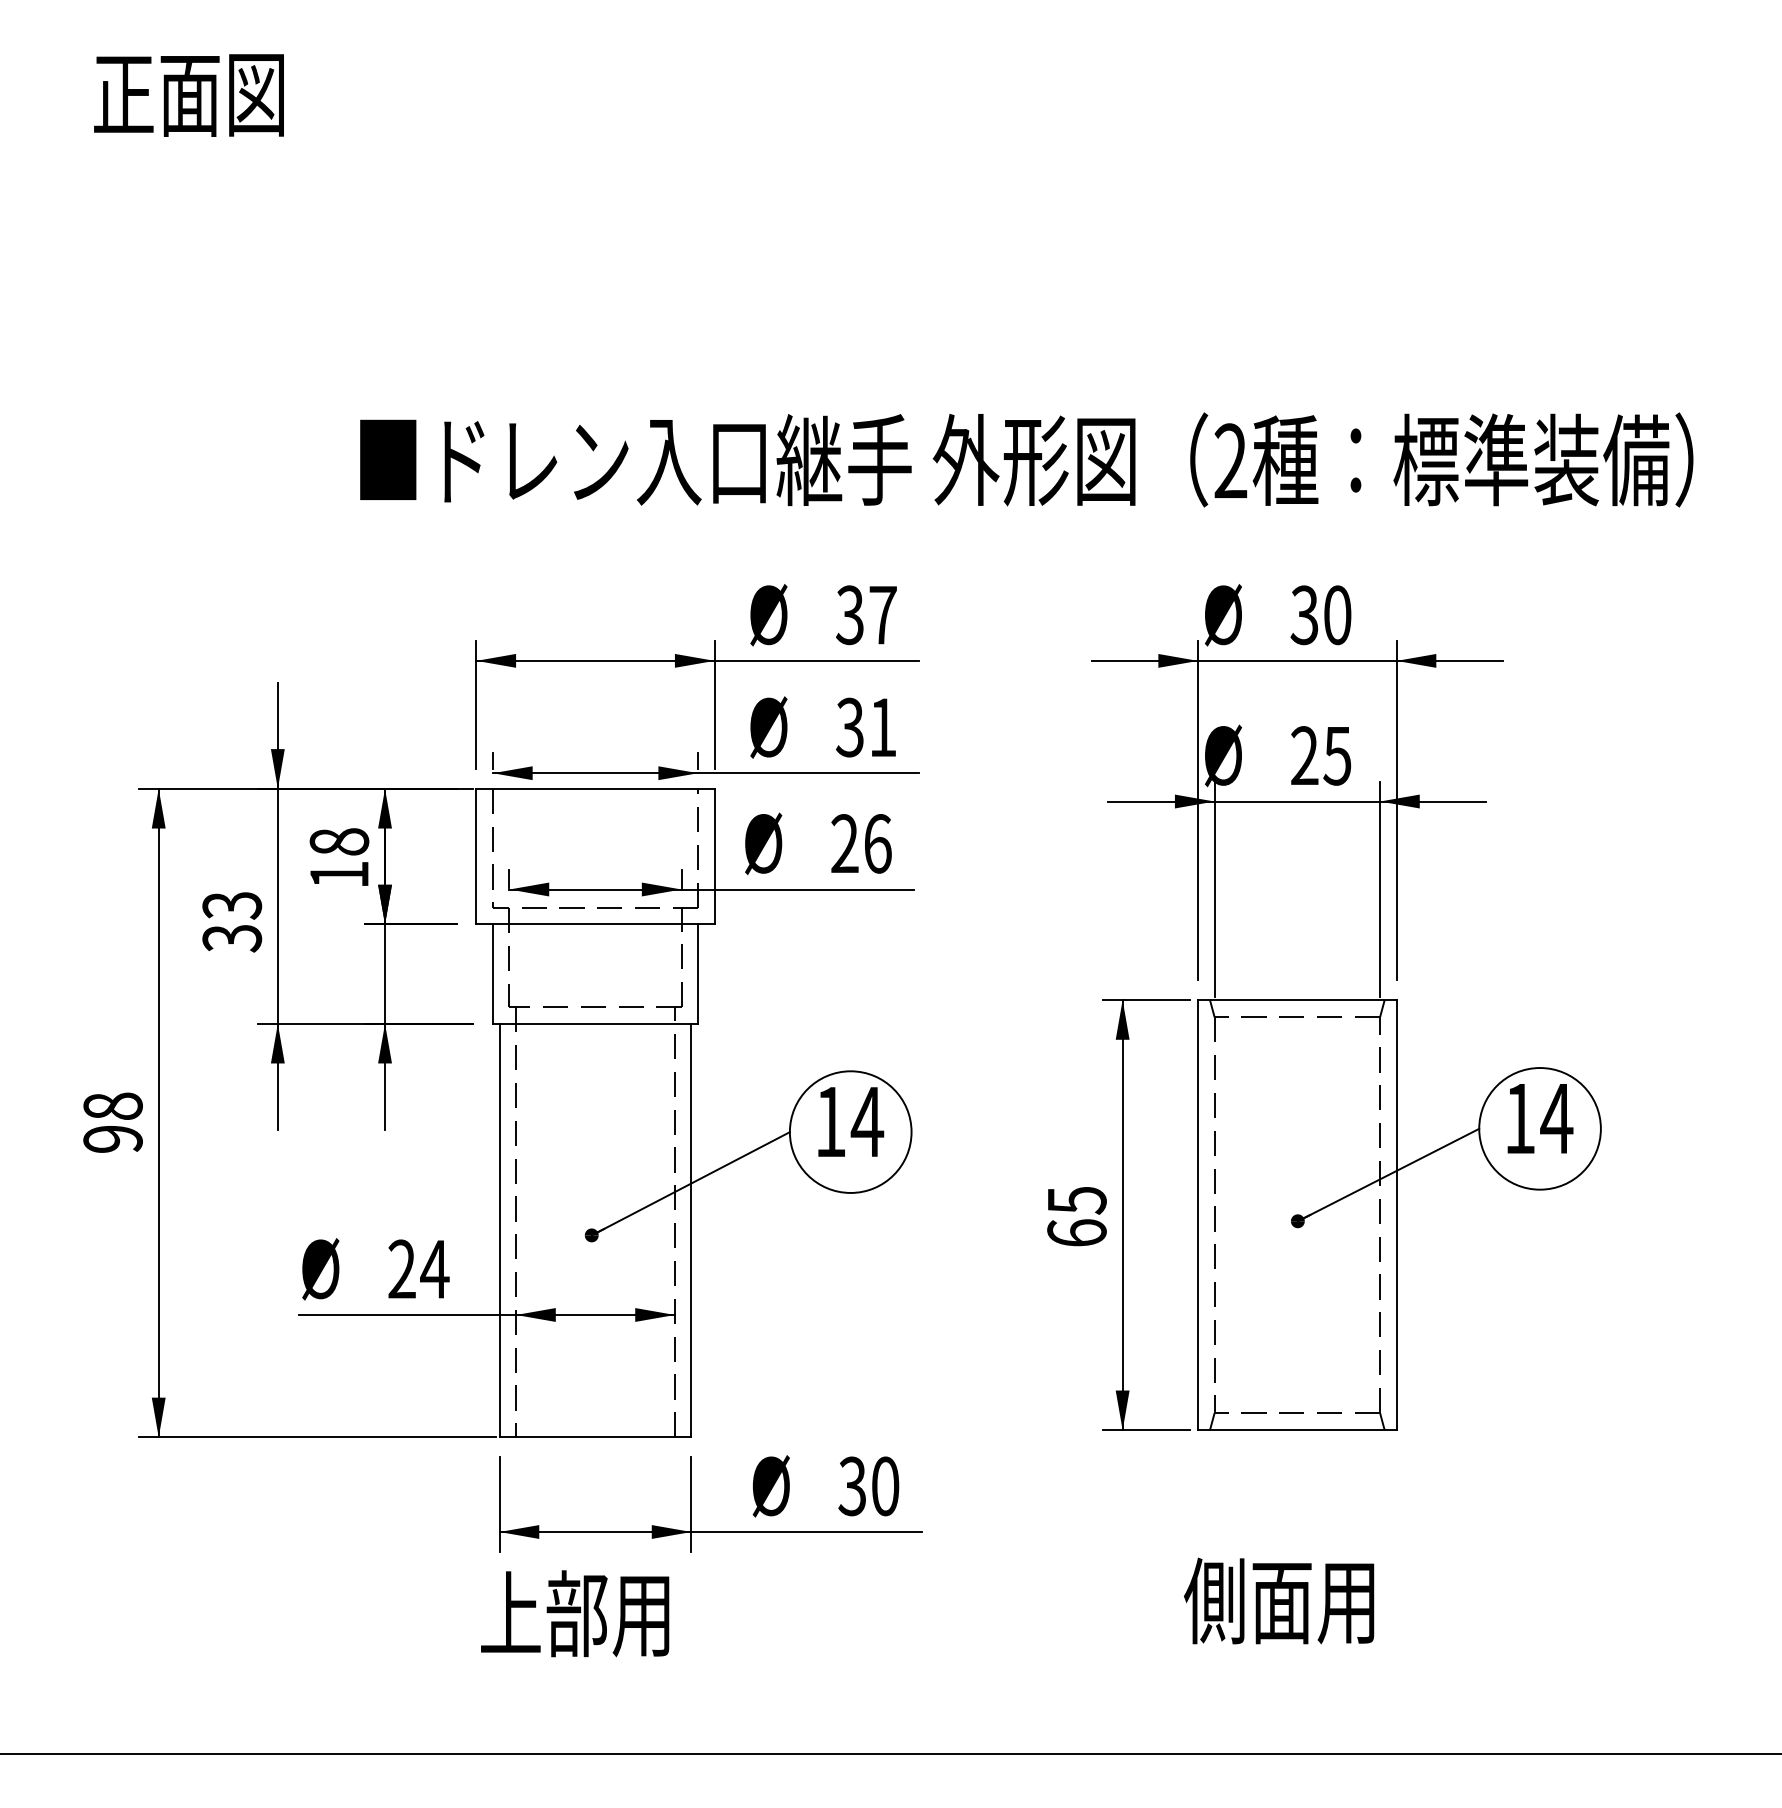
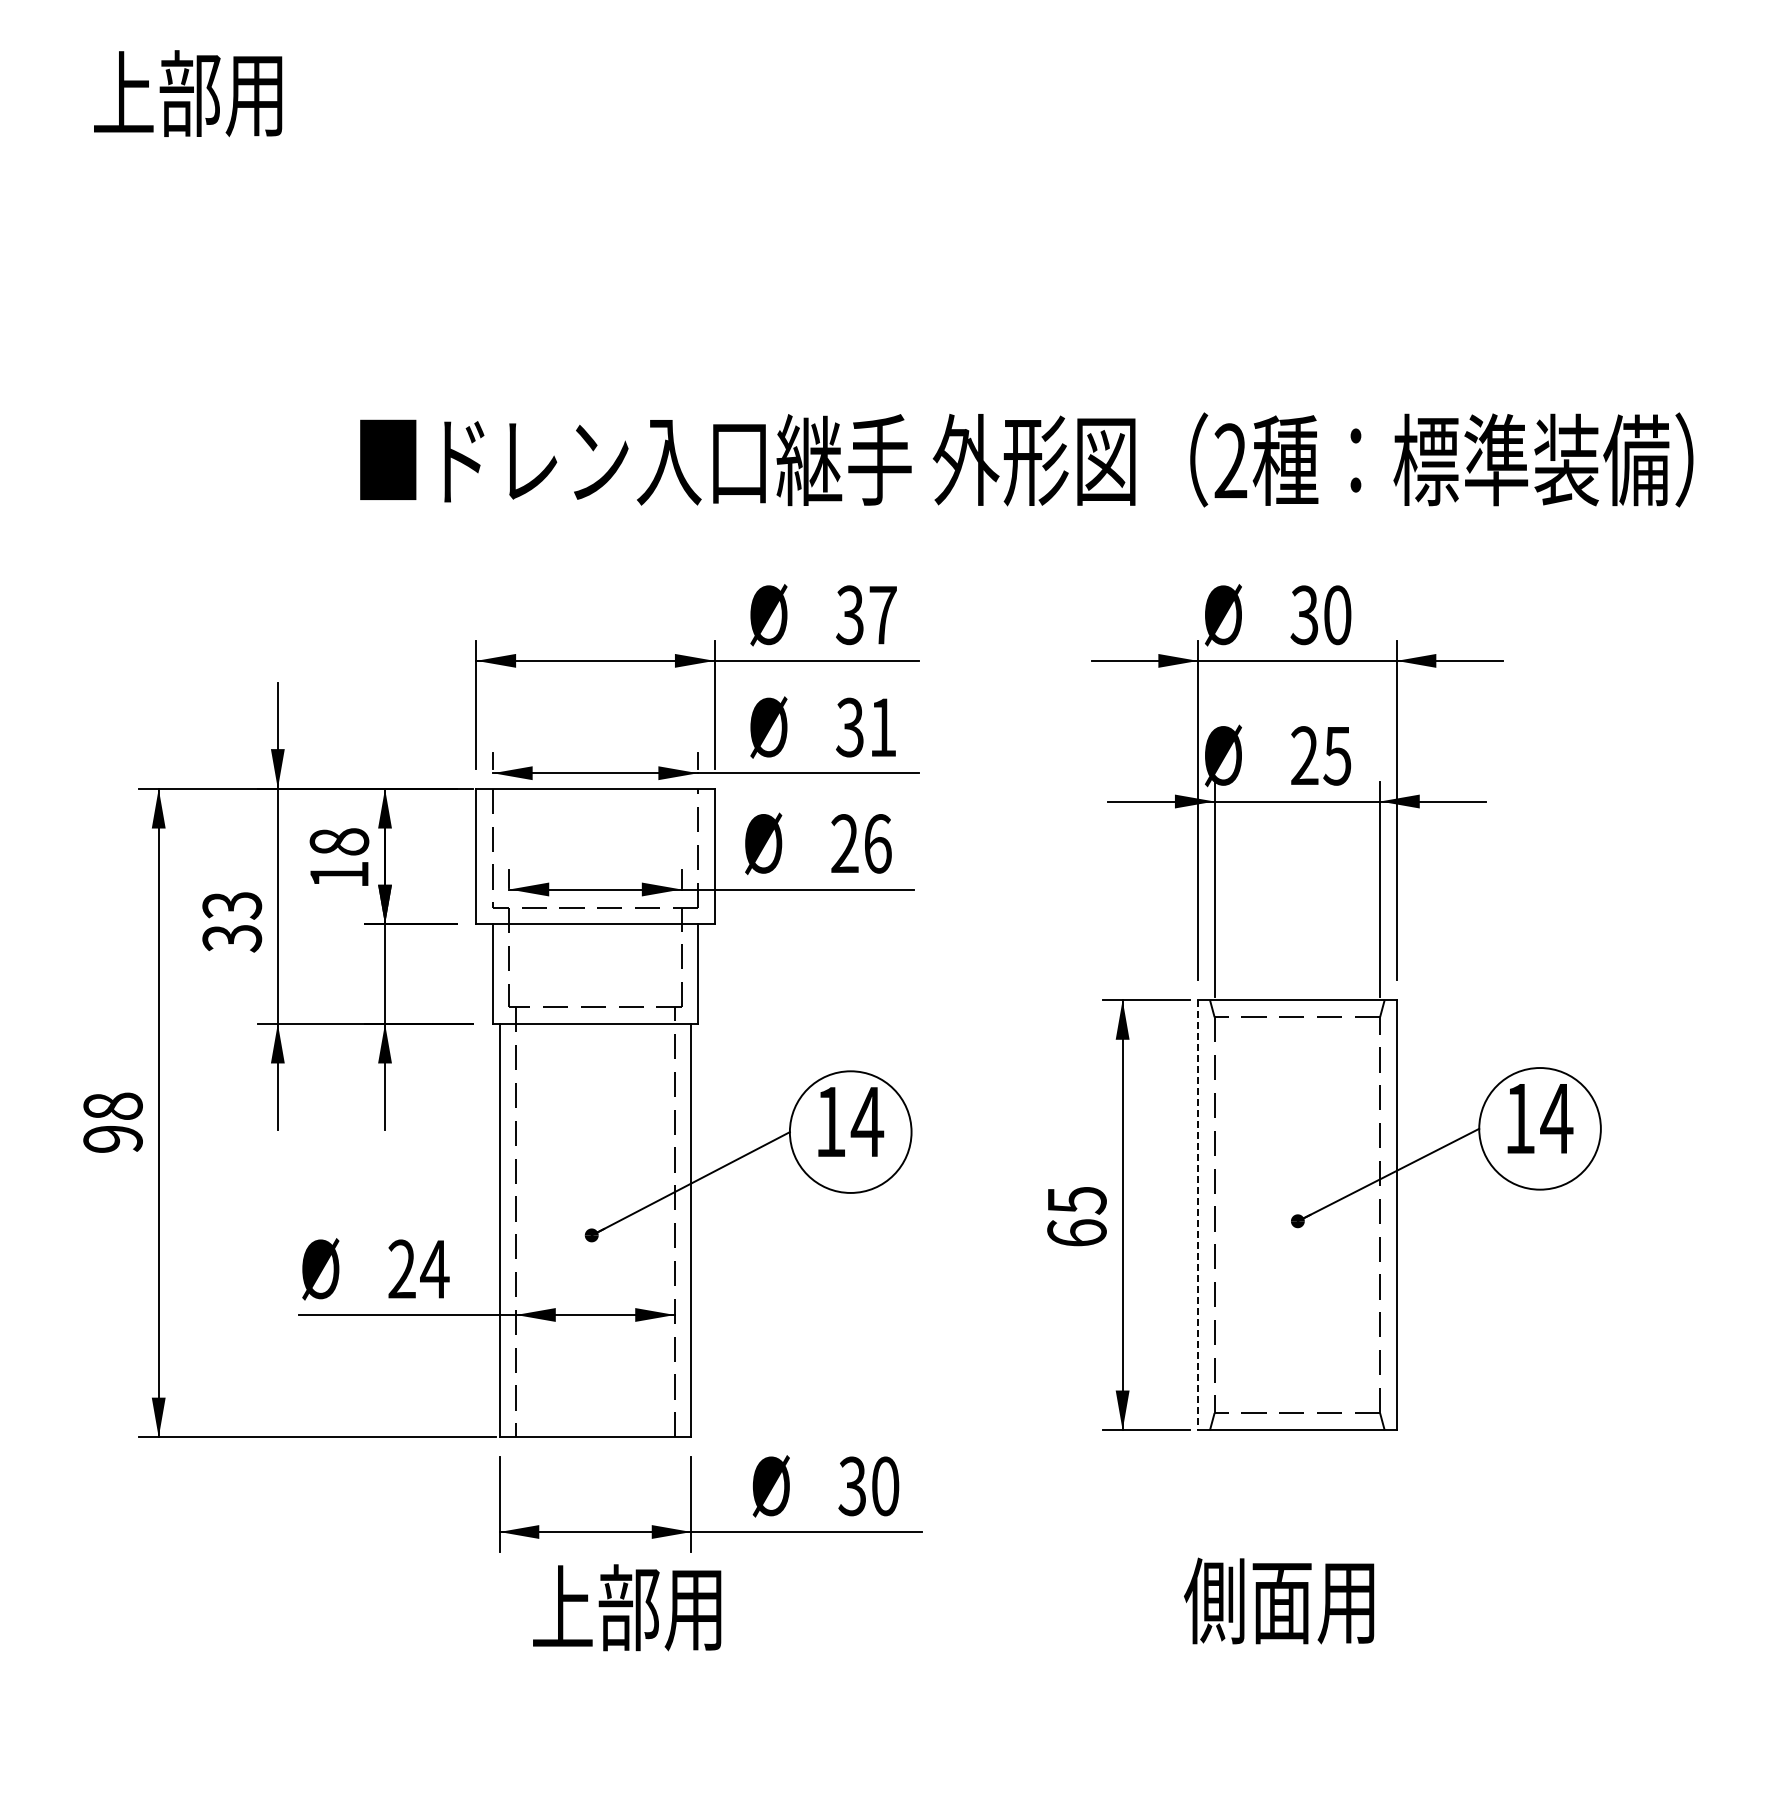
text at (188, 93): 正面図 -> 上部用
line at (1198, 1215): solid -> dashed
text at (575, 1613) position: (575, 1613) -> (627, 1607)
line at (890, 1753): present -> none
